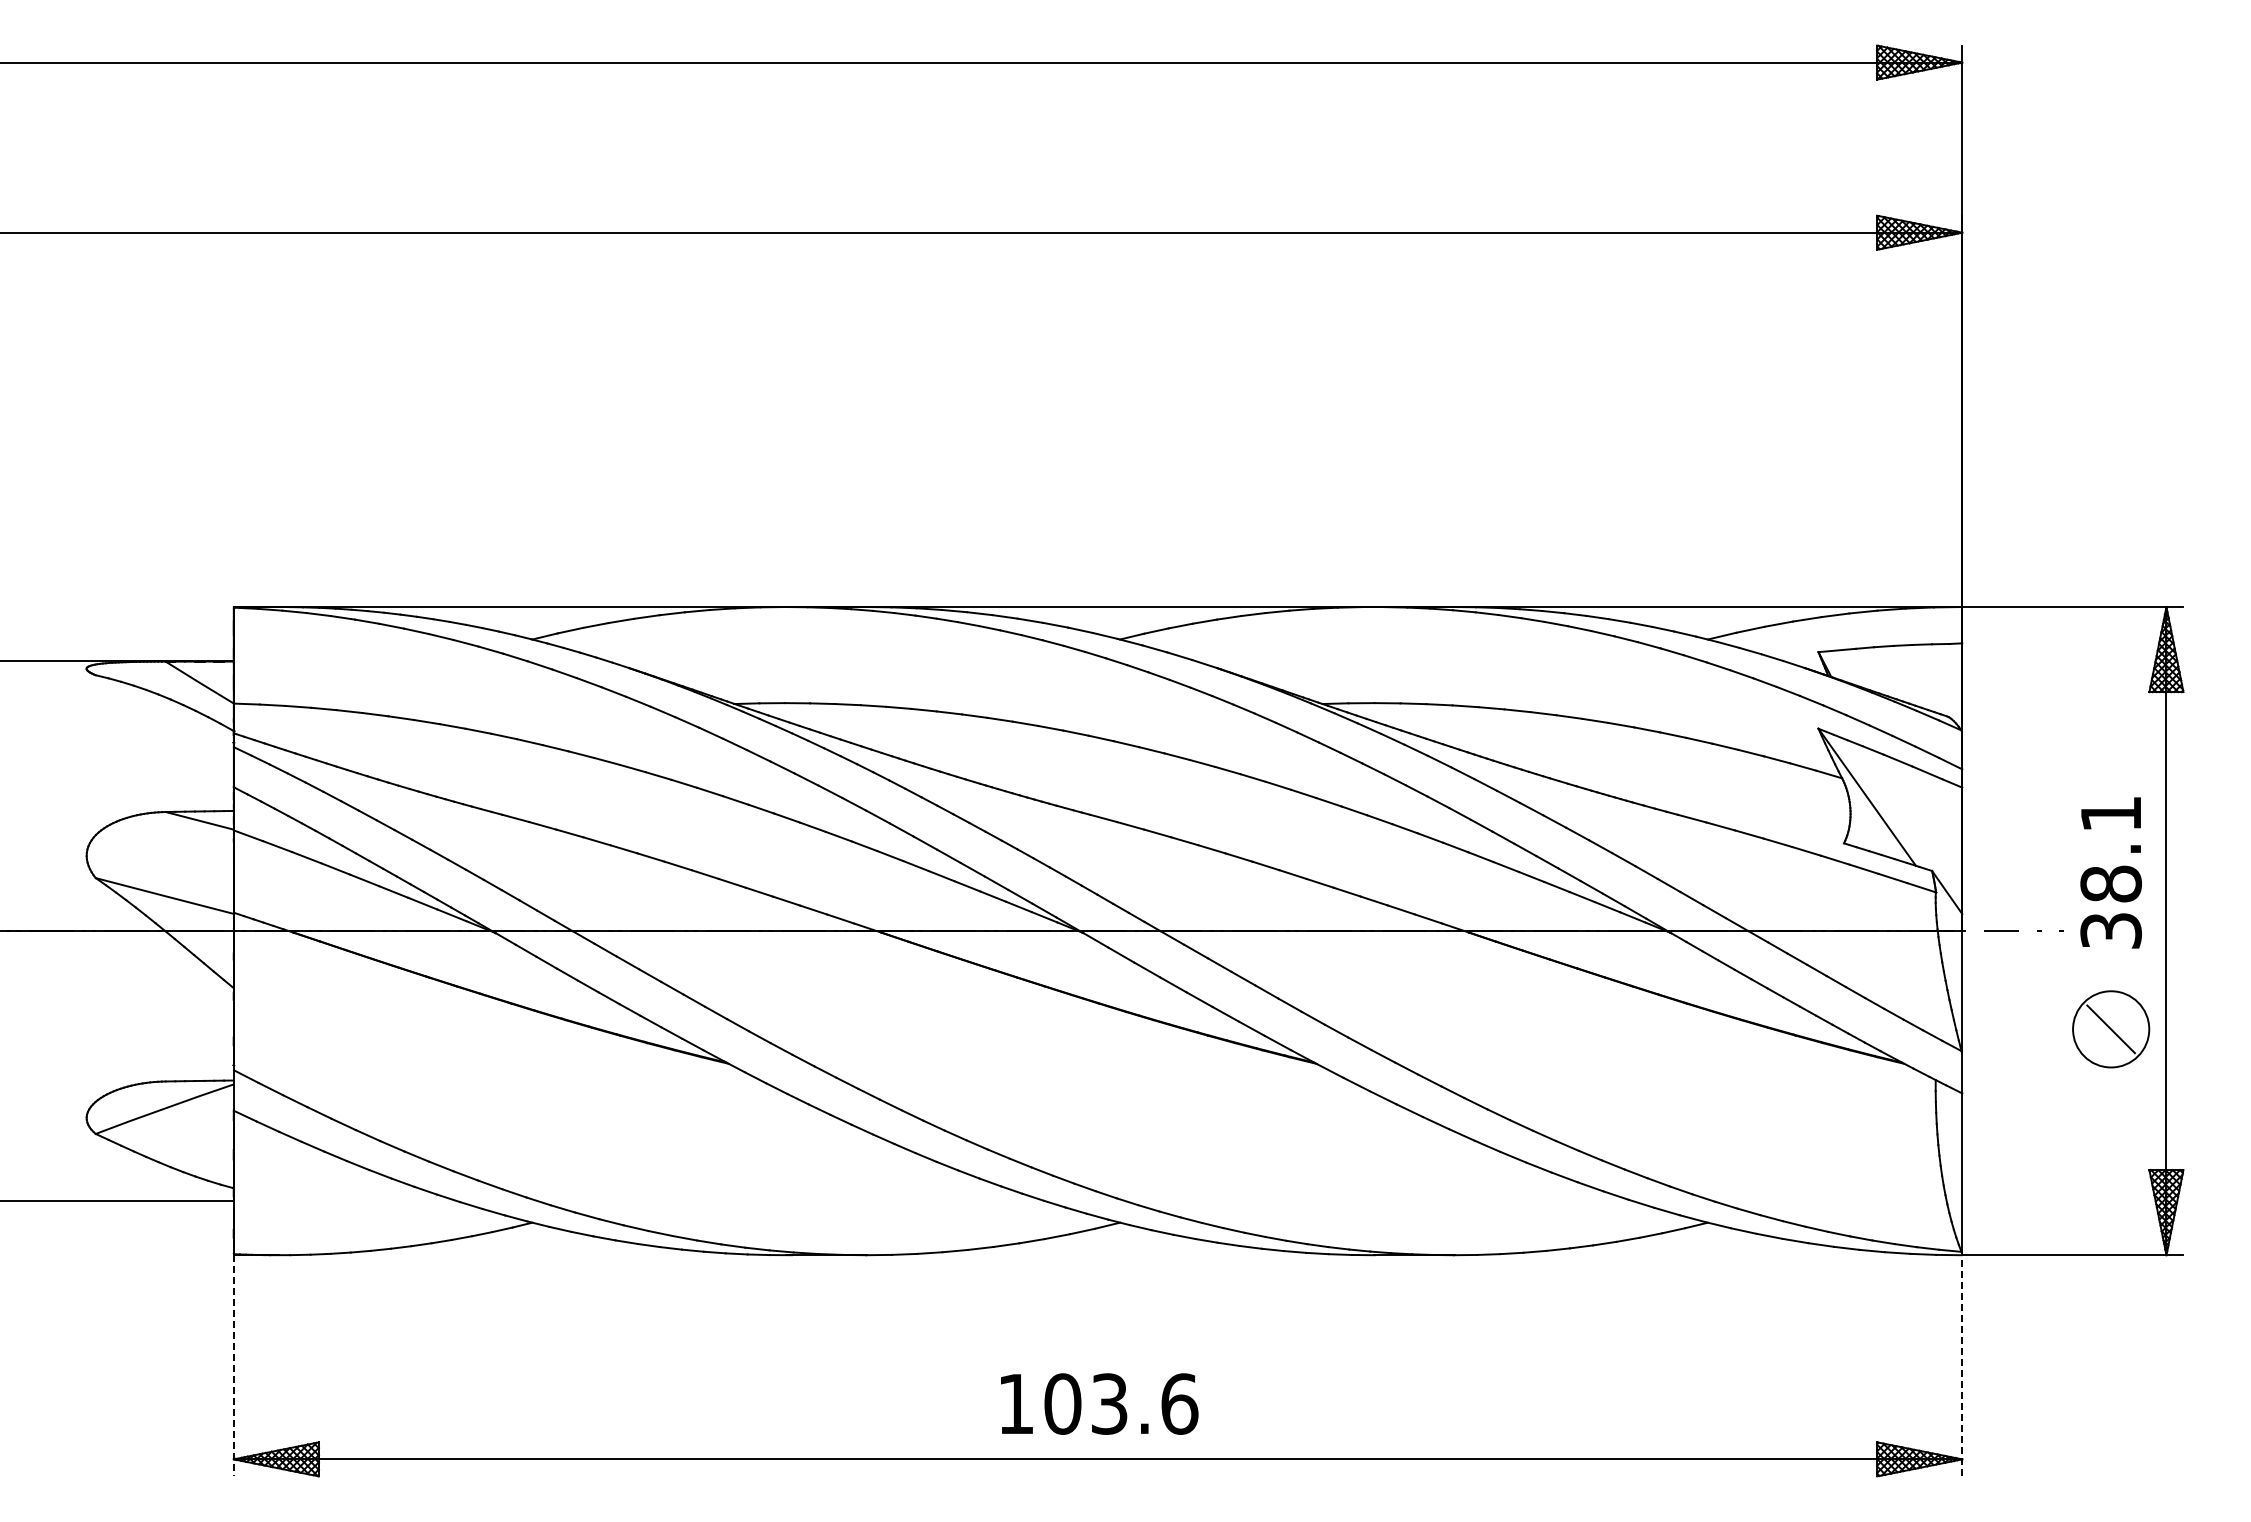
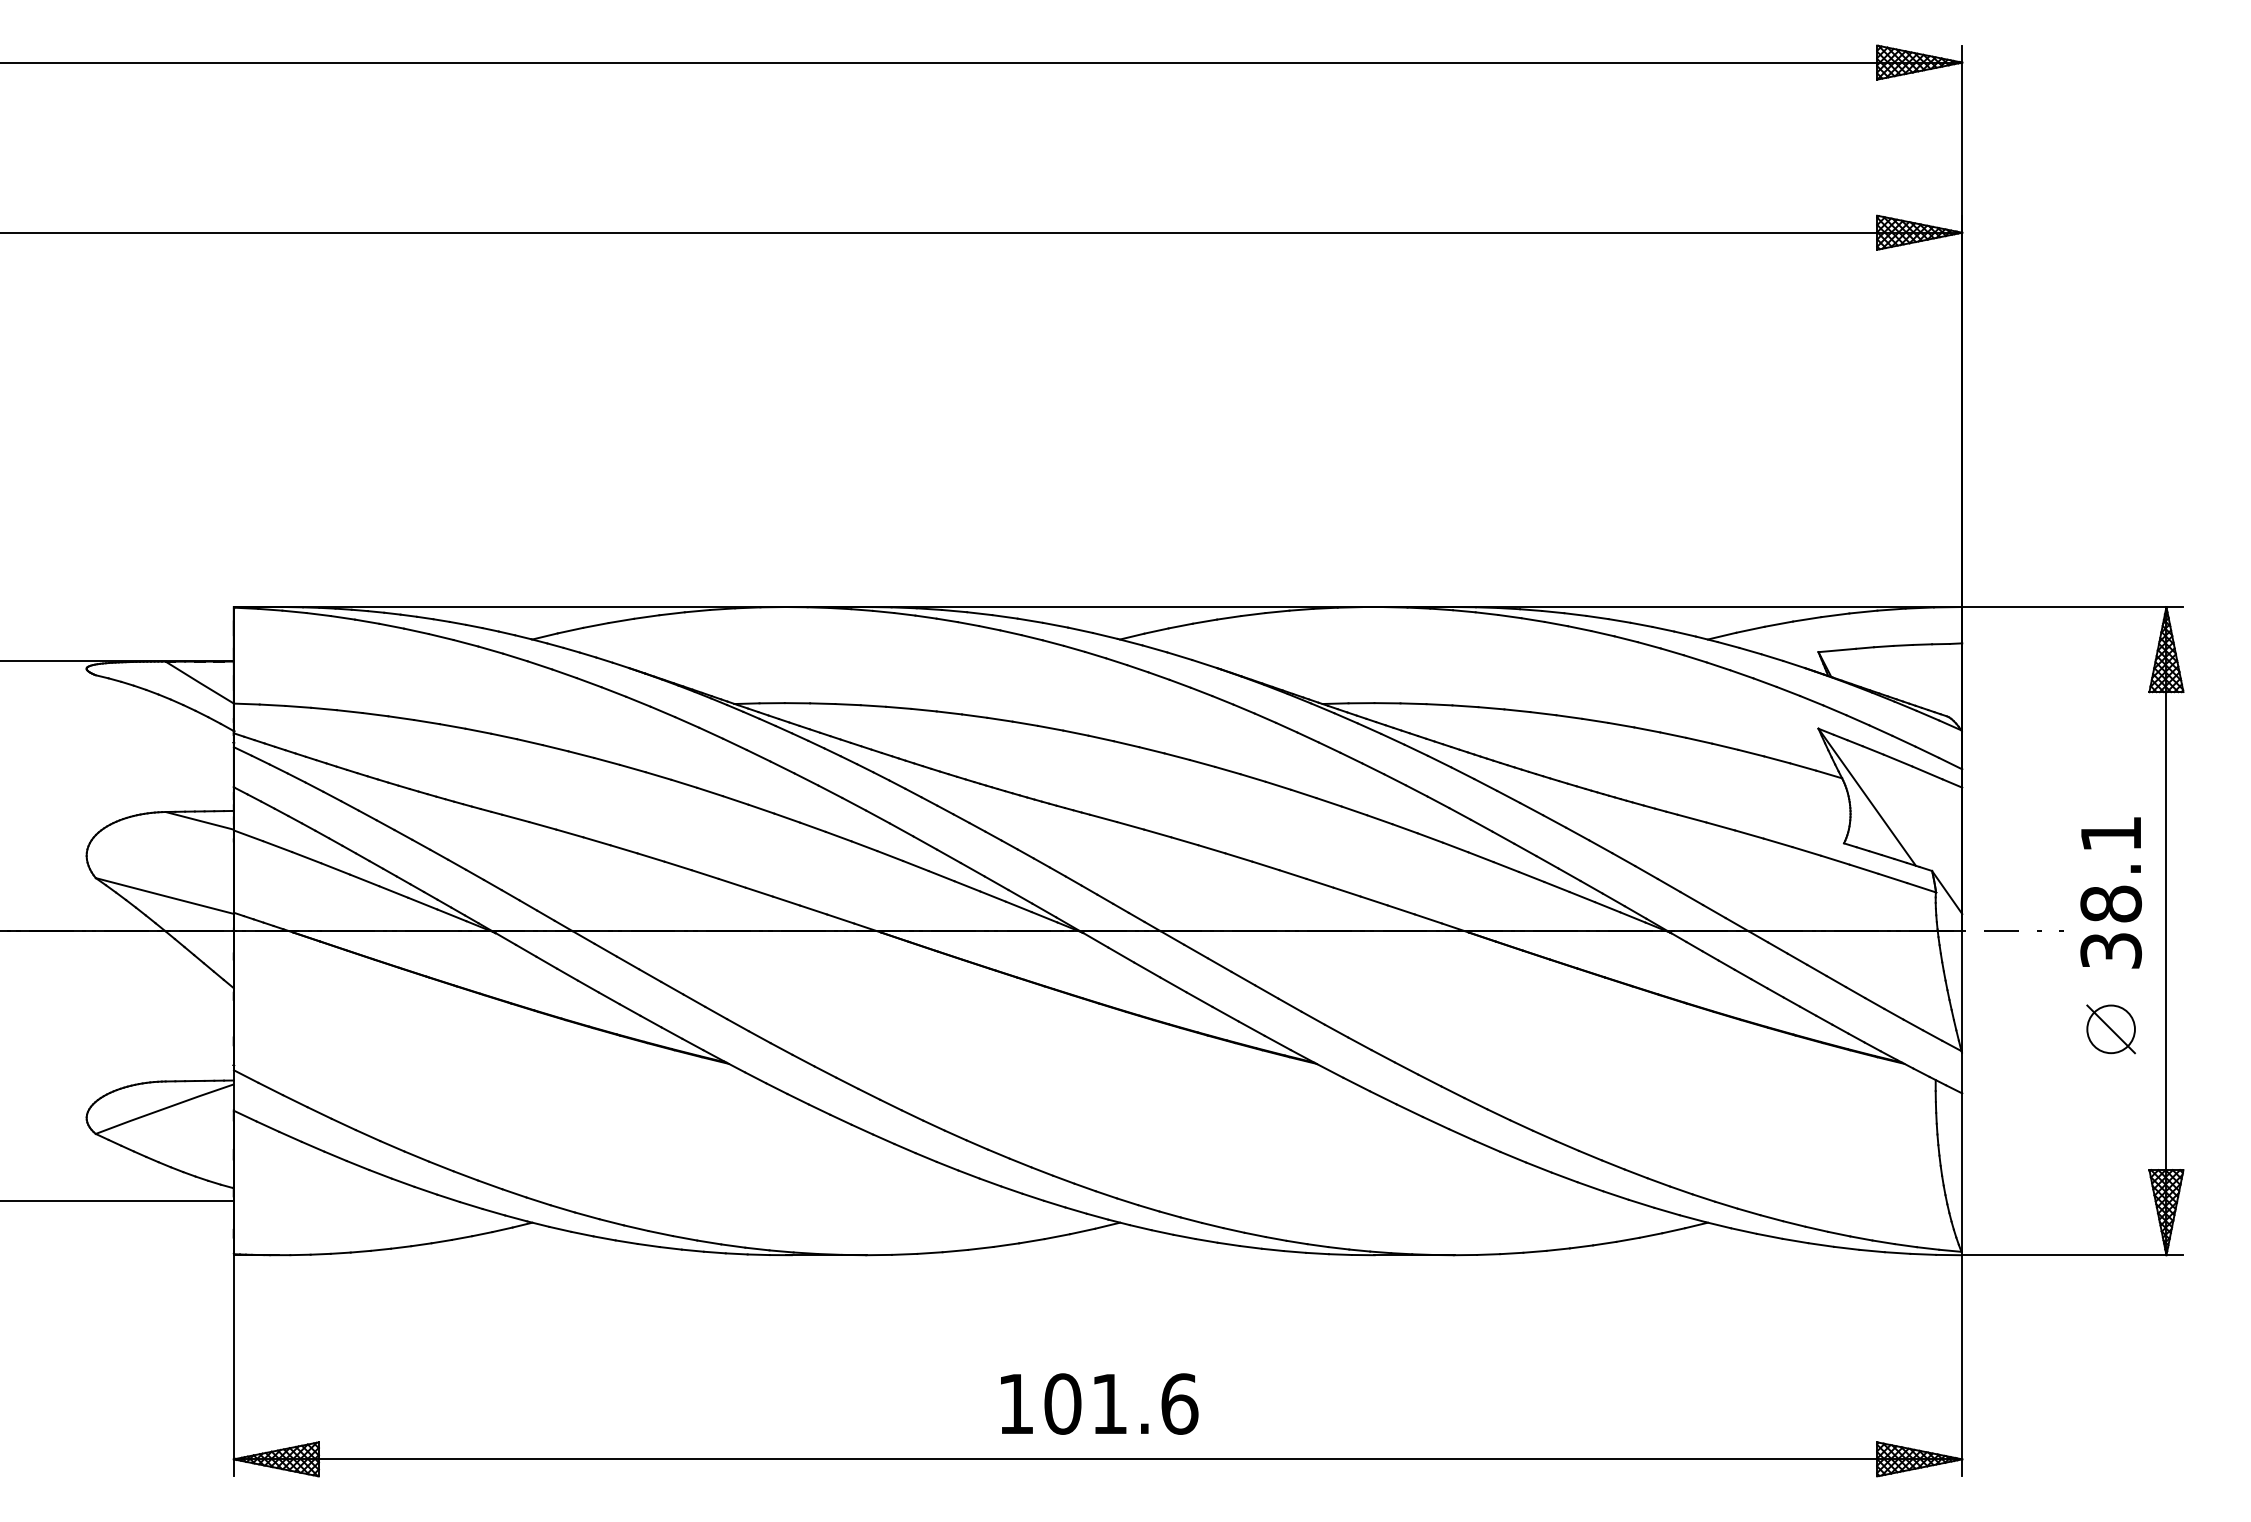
text at (2110, 872) position: (2110, 872) -> (2110, 892)
circle at (2111, 1029) diameter: 76 px -> 48 px
line at (233, 1365): dashed -> solid
line at (1962, 1365): dashed -> solid
text at (1109, 1403): 103.6 -> 101.6
